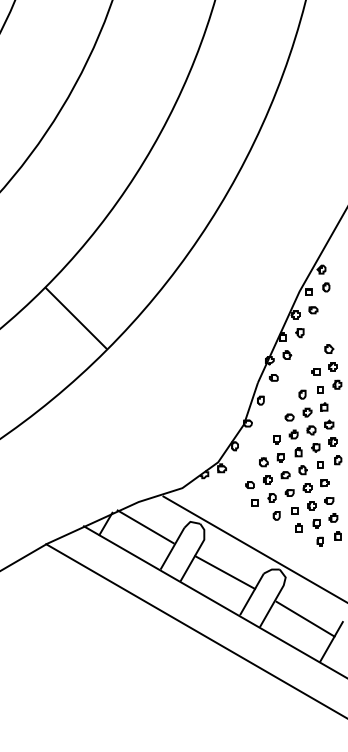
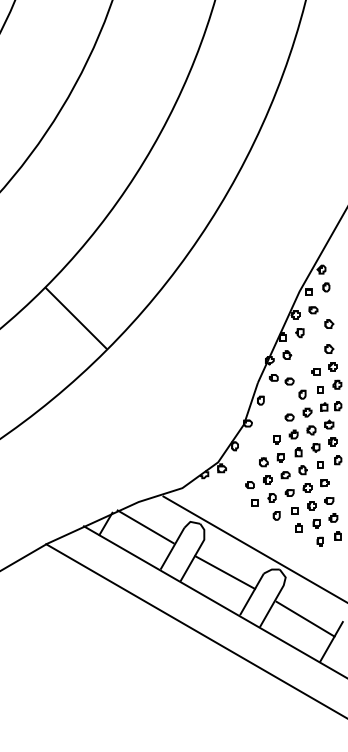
part at (329, 323): none -> present
part at (289, 381): none -> present
part at (338, 406): none -> present
